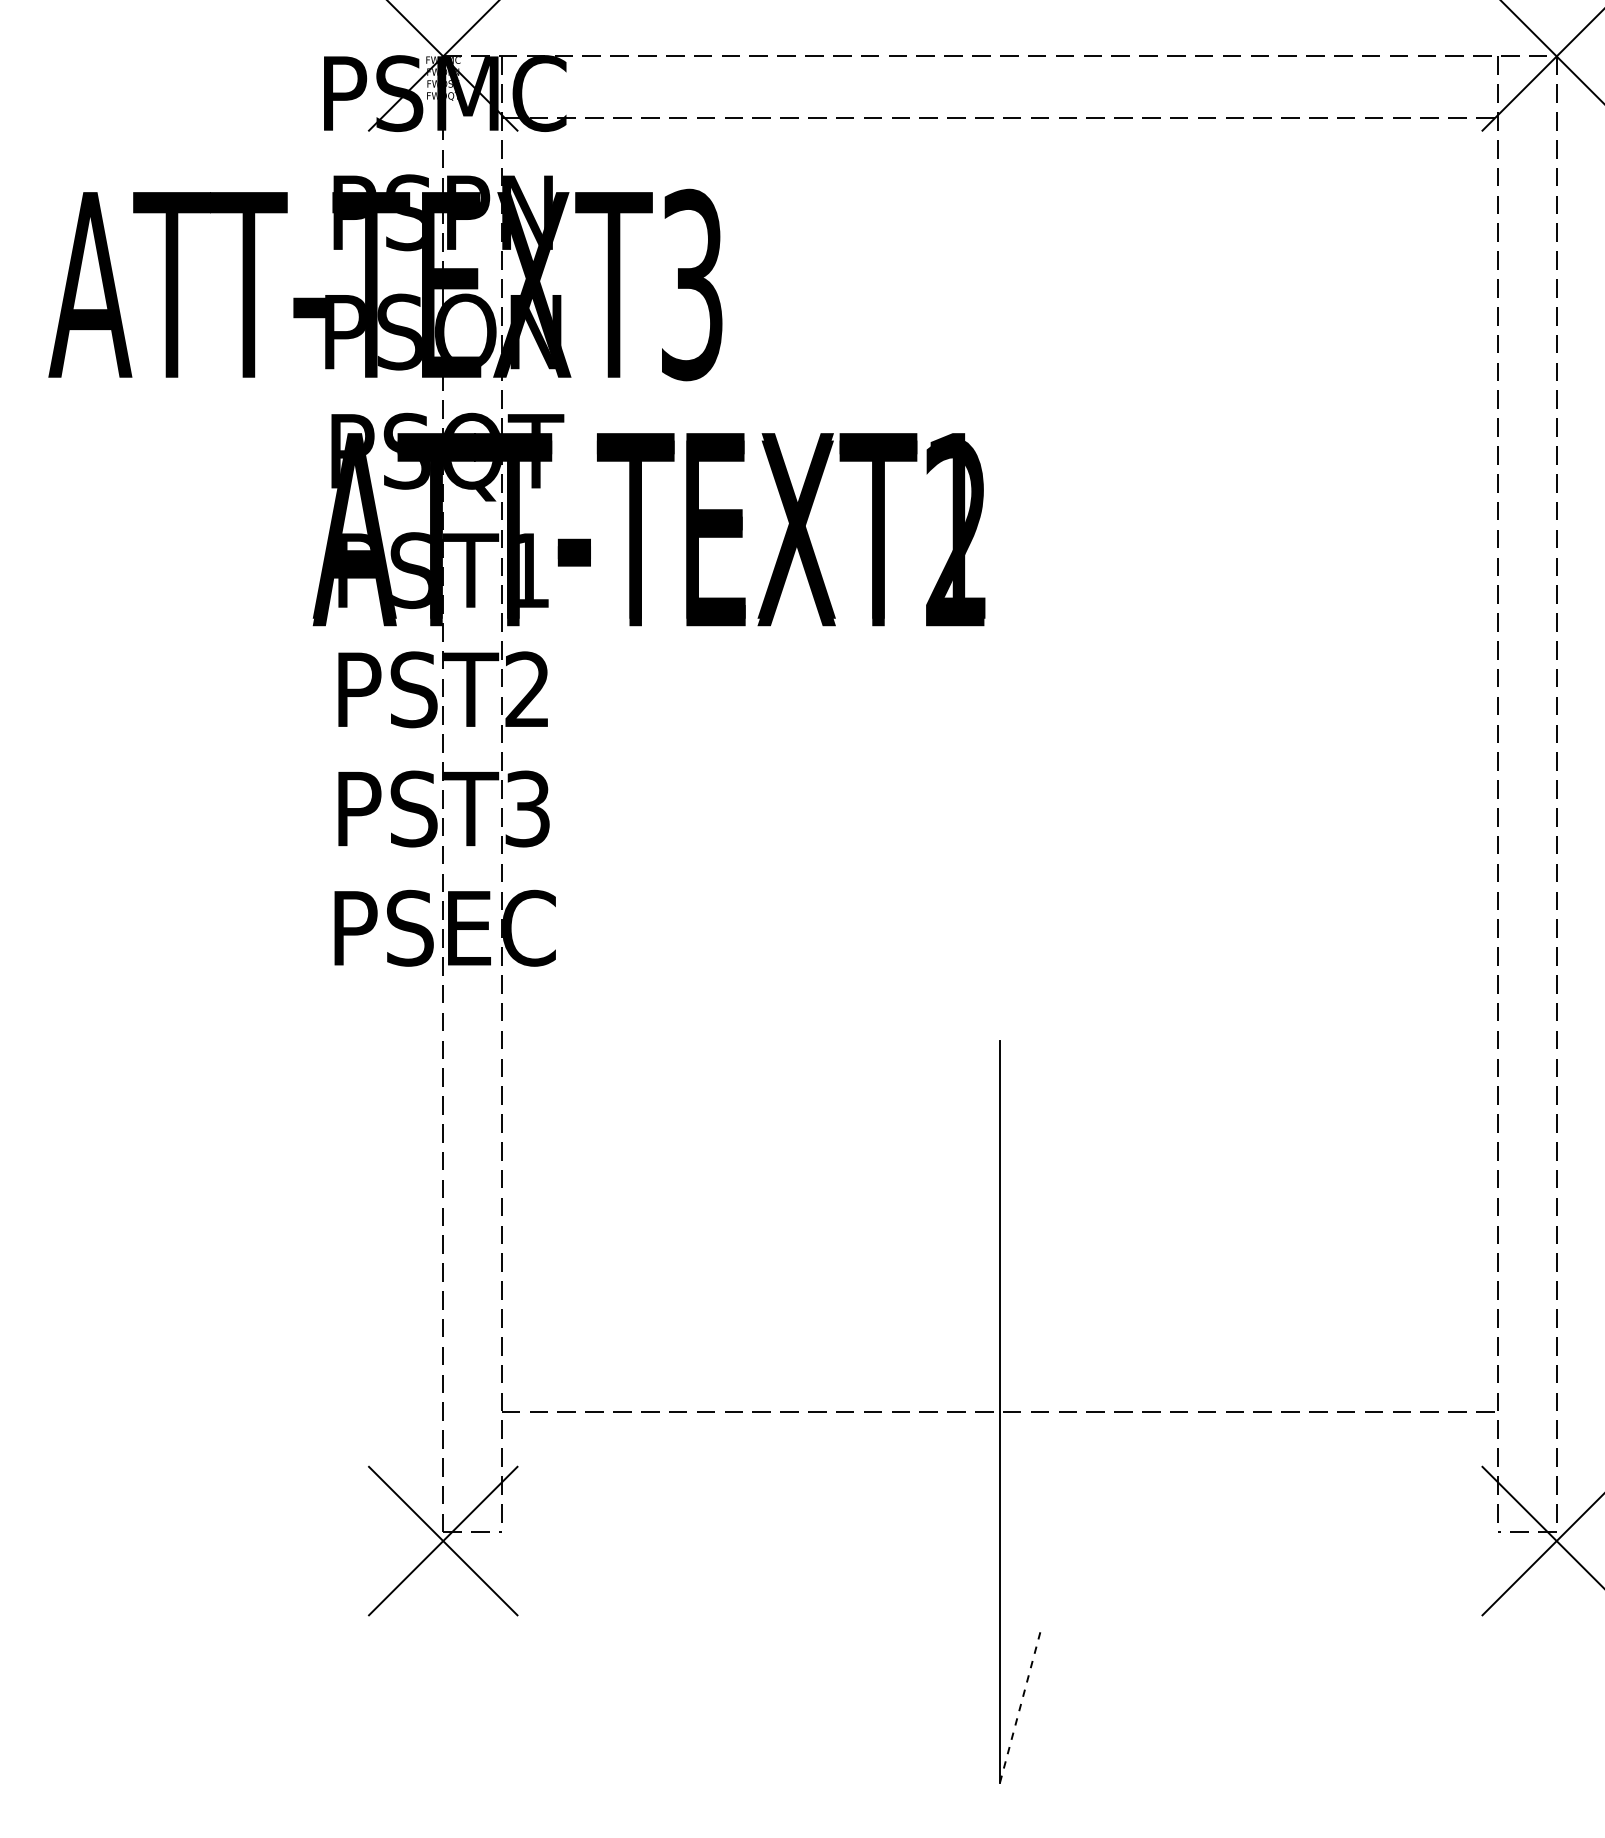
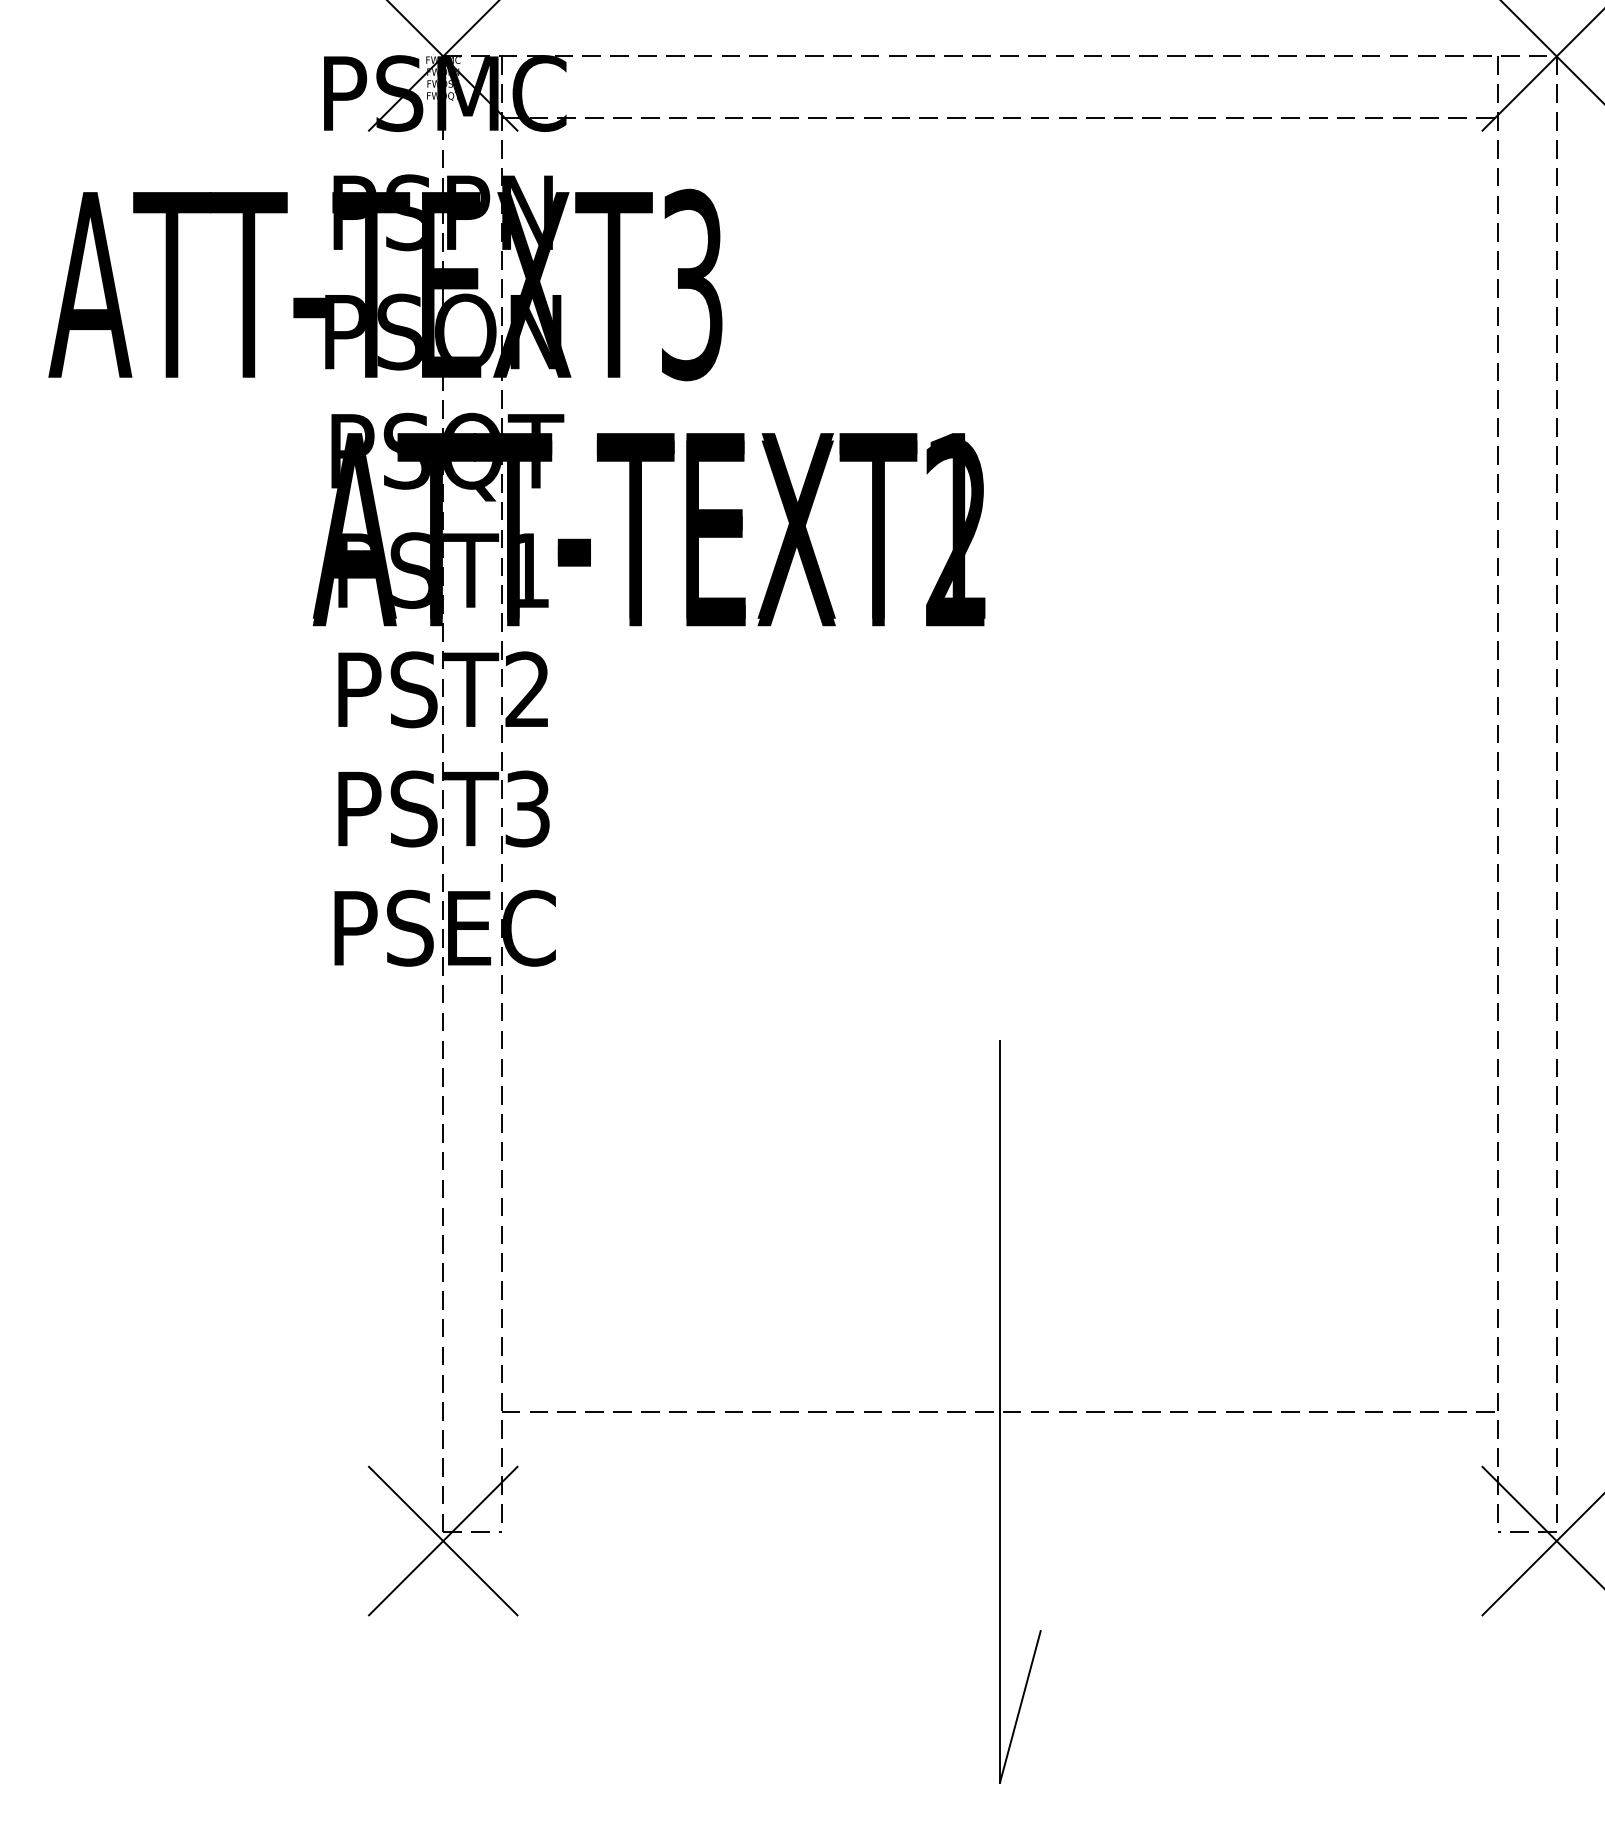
line at (1020, 1706): dashed -> solid
